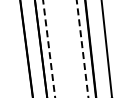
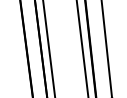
line at (49, 48): dashed -> solid
line at (82, 48): dashed -> solid
